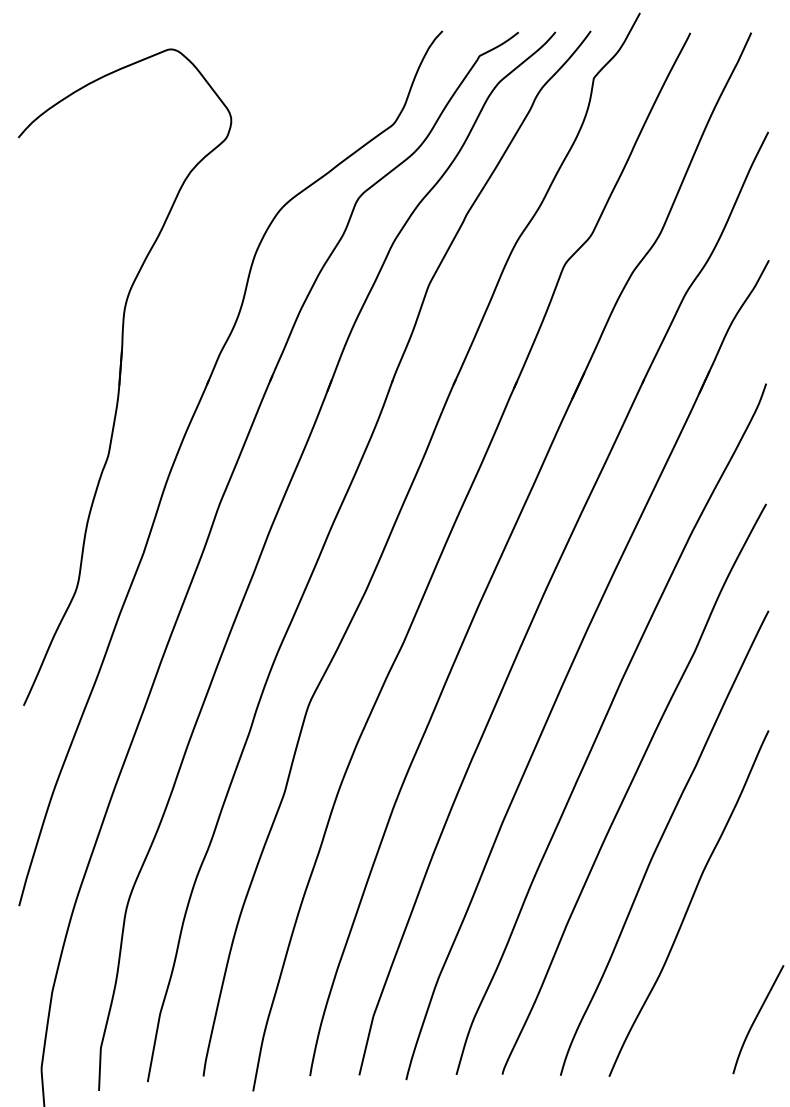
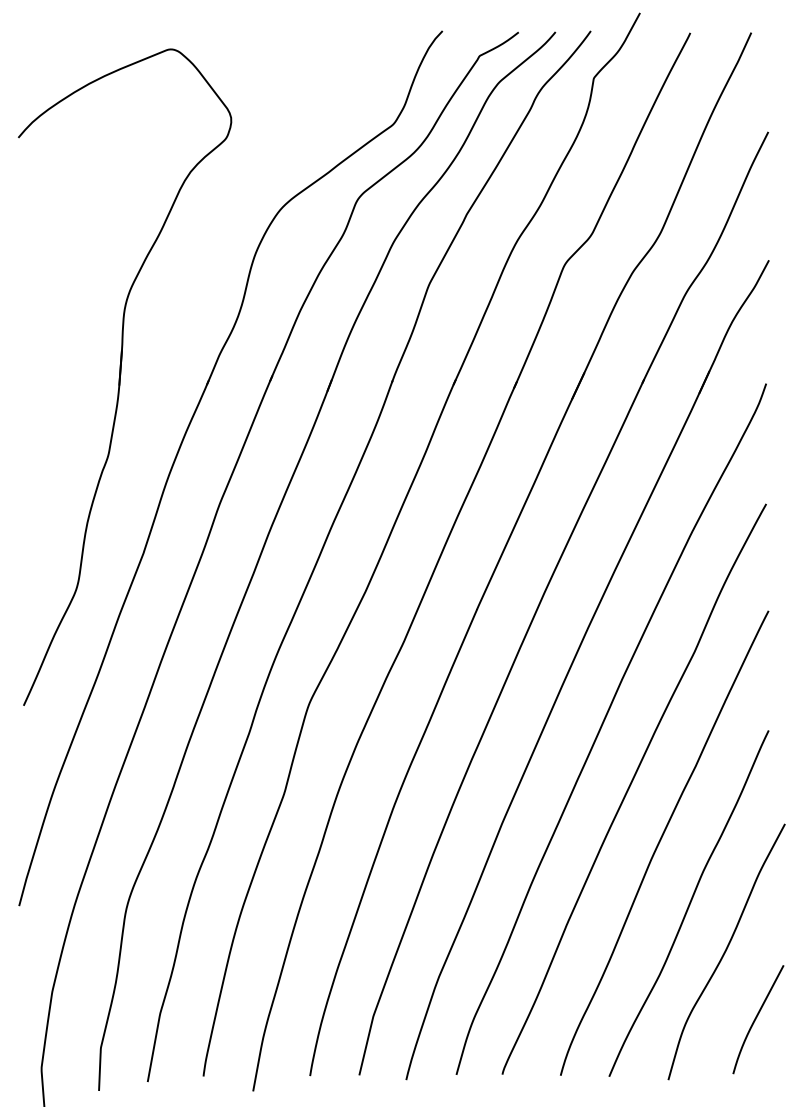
curve at (726, 951): none -> present
